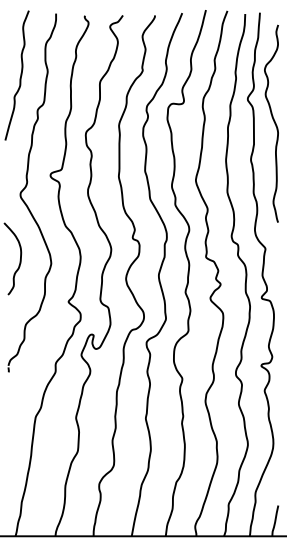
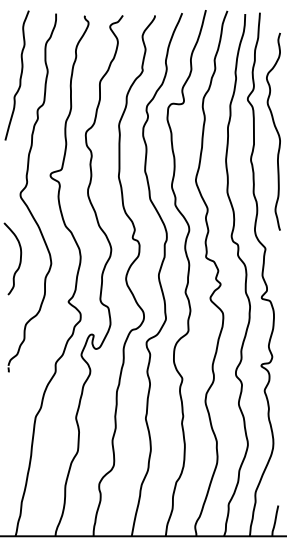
curve at (273, 121) position: (273, 121) -> (275, 129)
